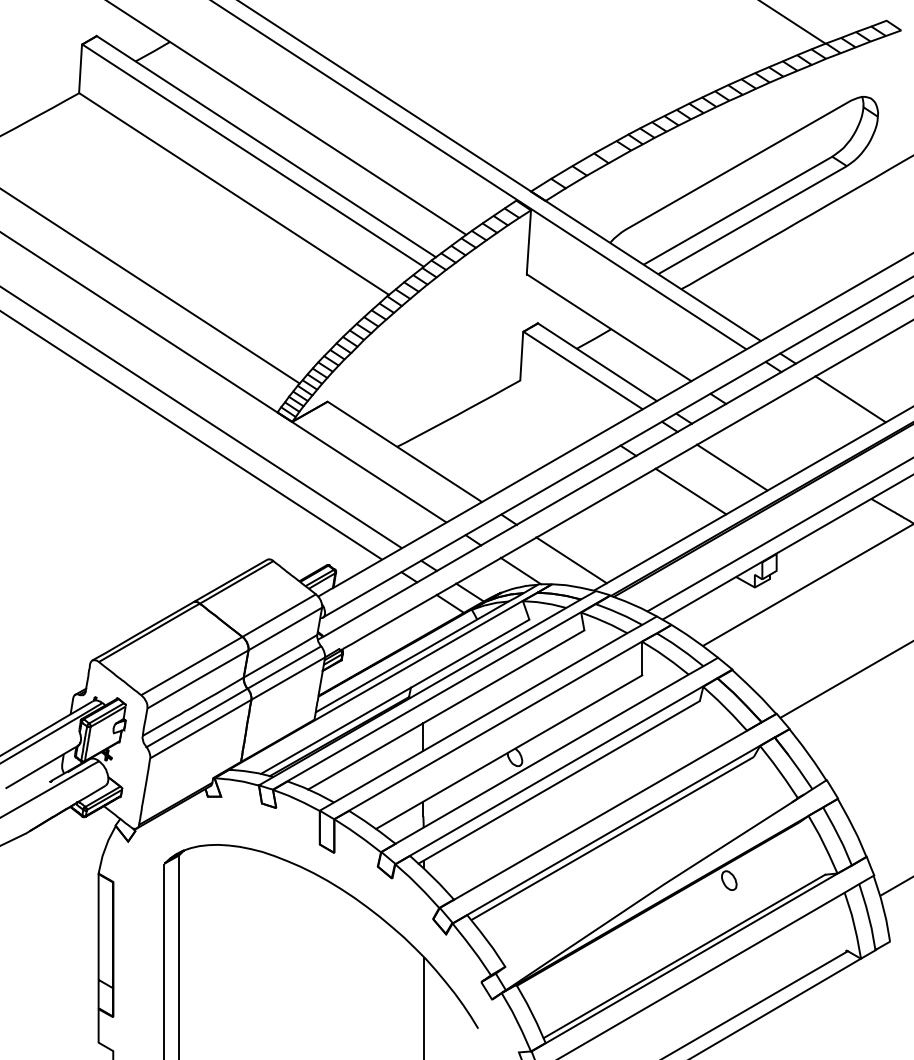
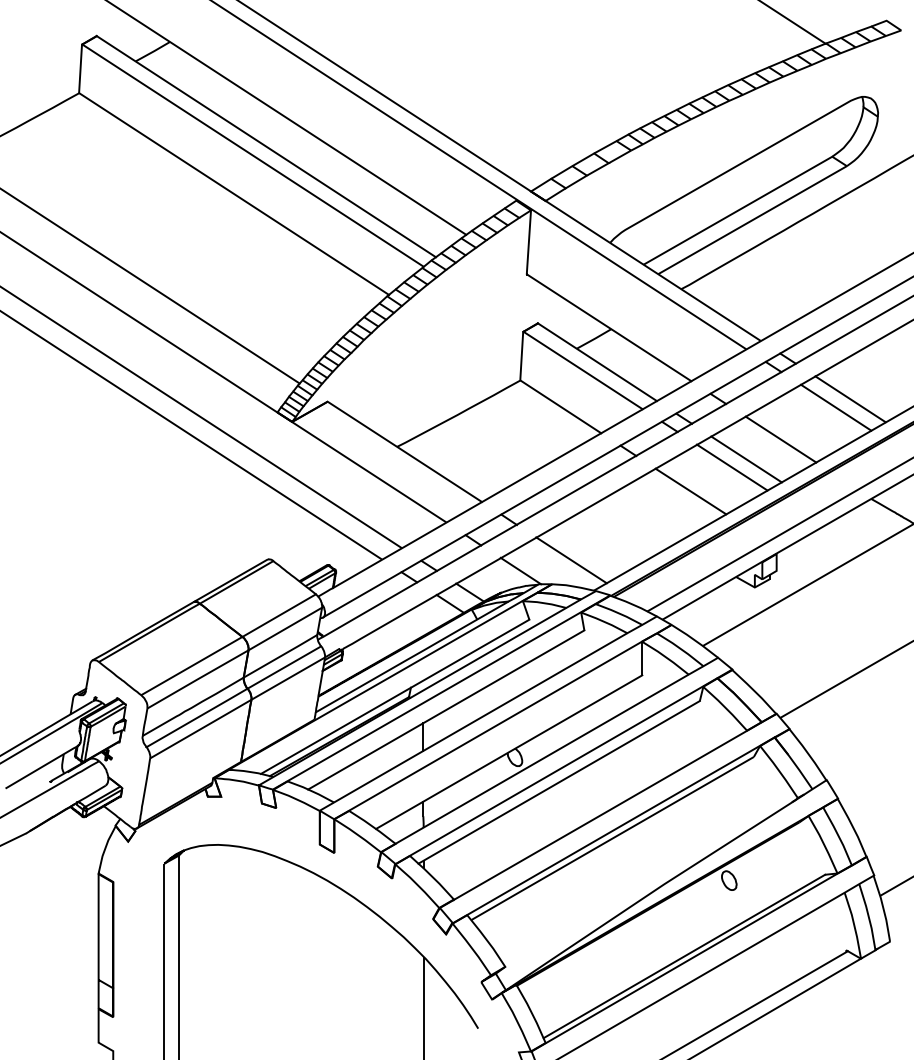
line at (560, 406): none -> present
line at (836, 407): none -> present
line at (780, 439): none -> present
line at (746, 459): none -> present
